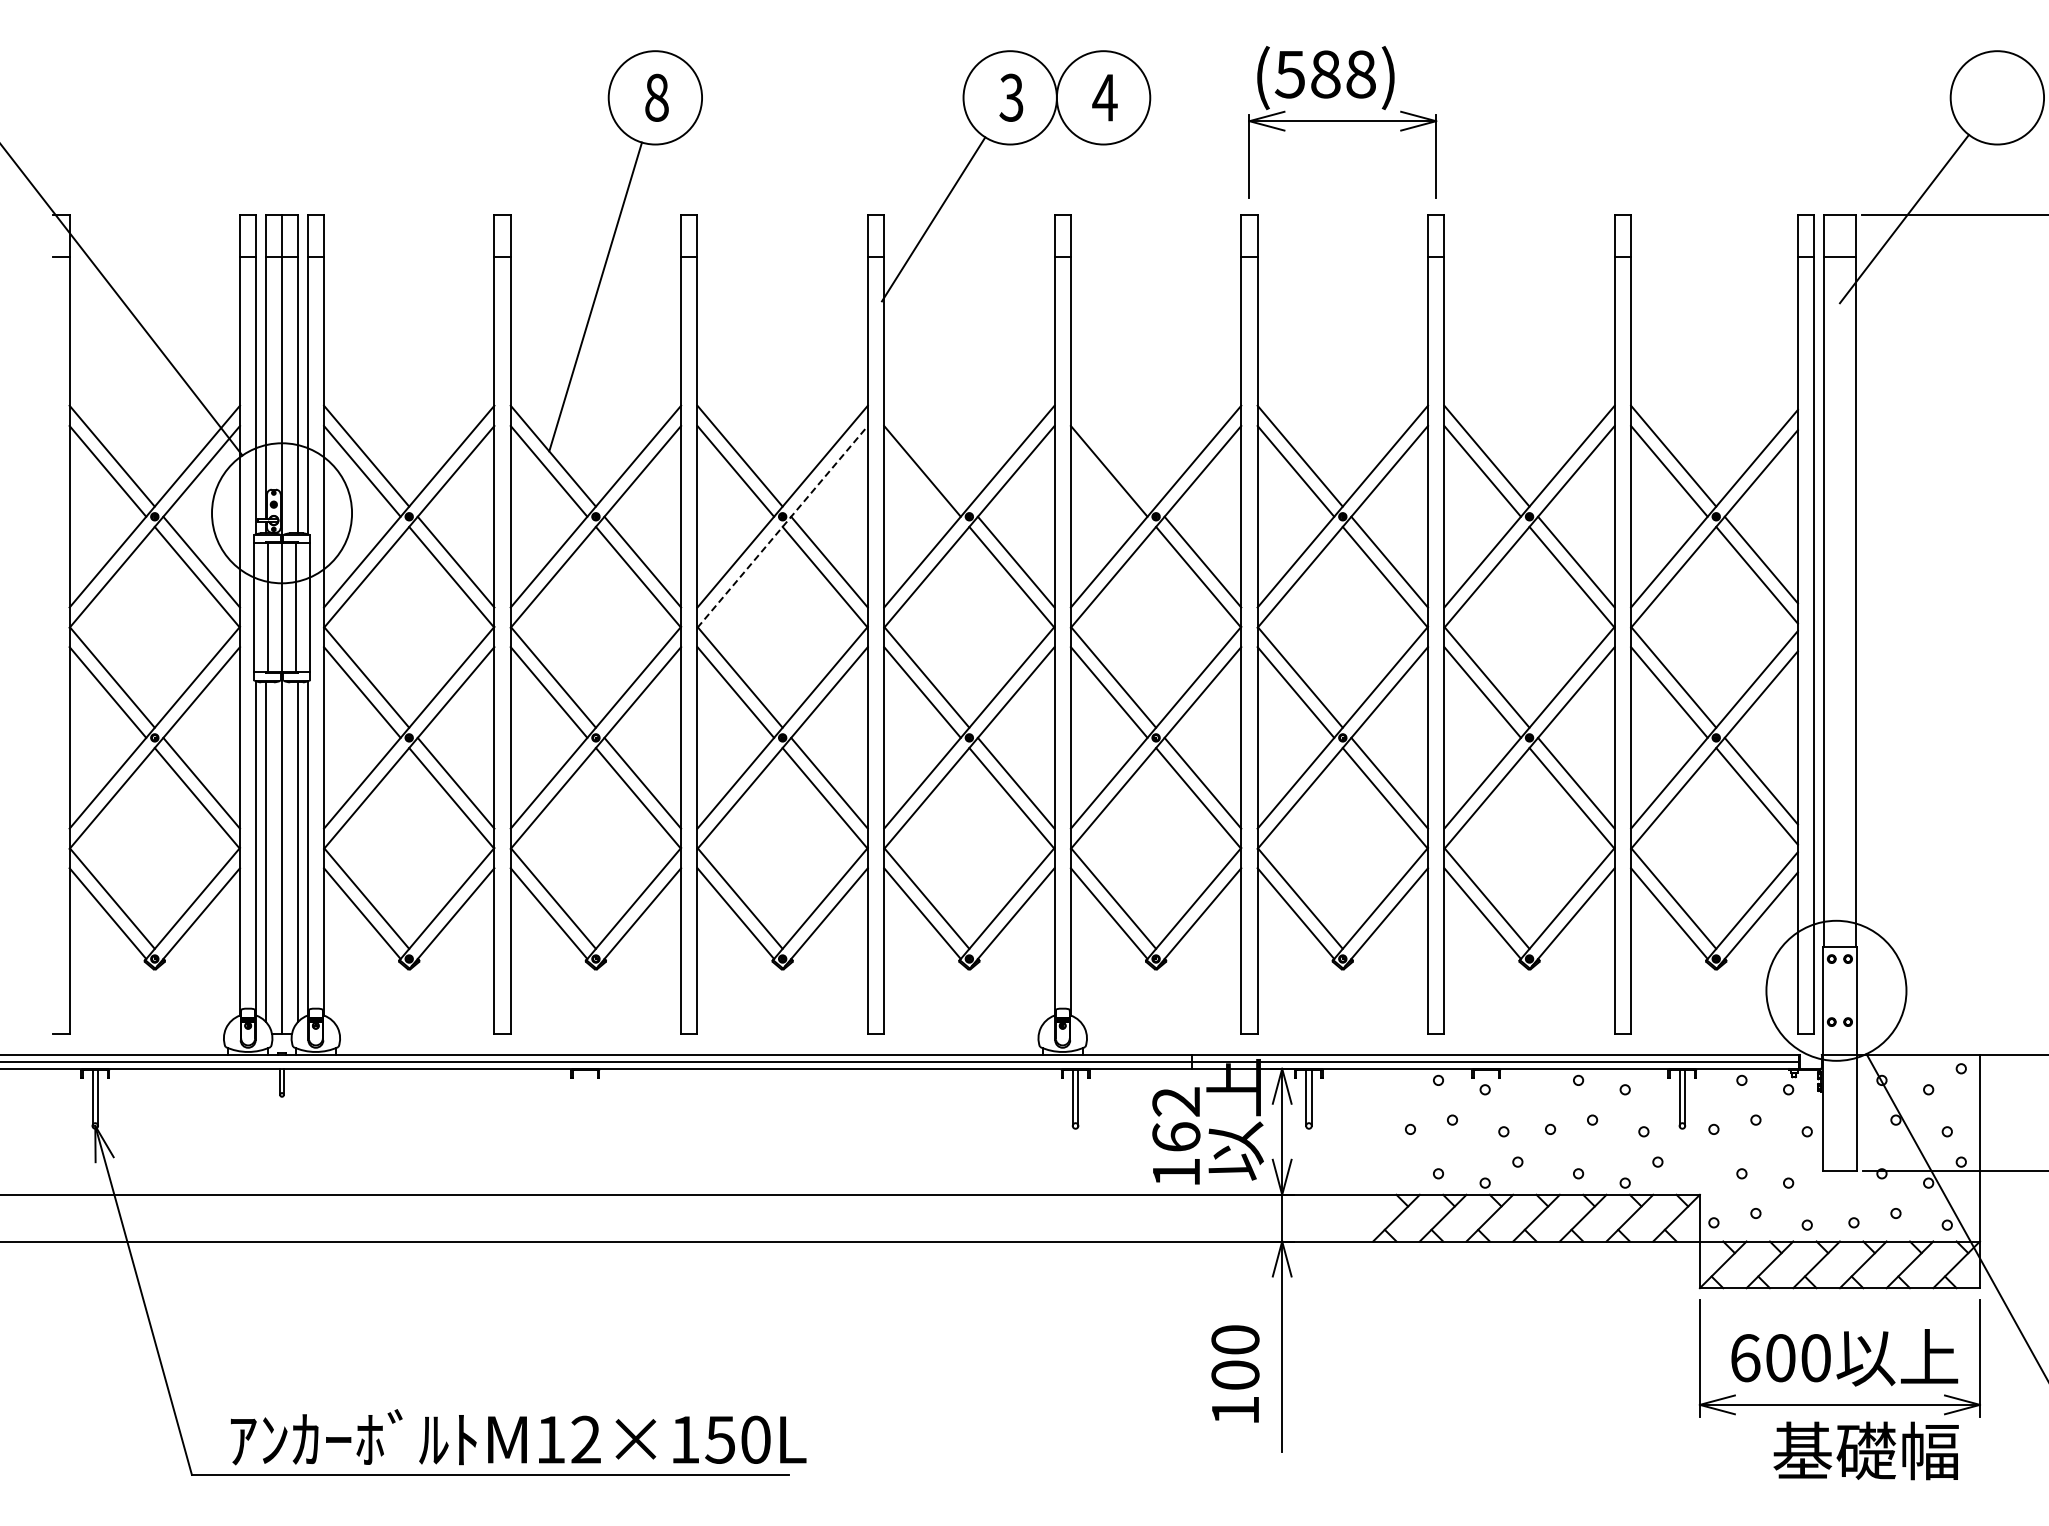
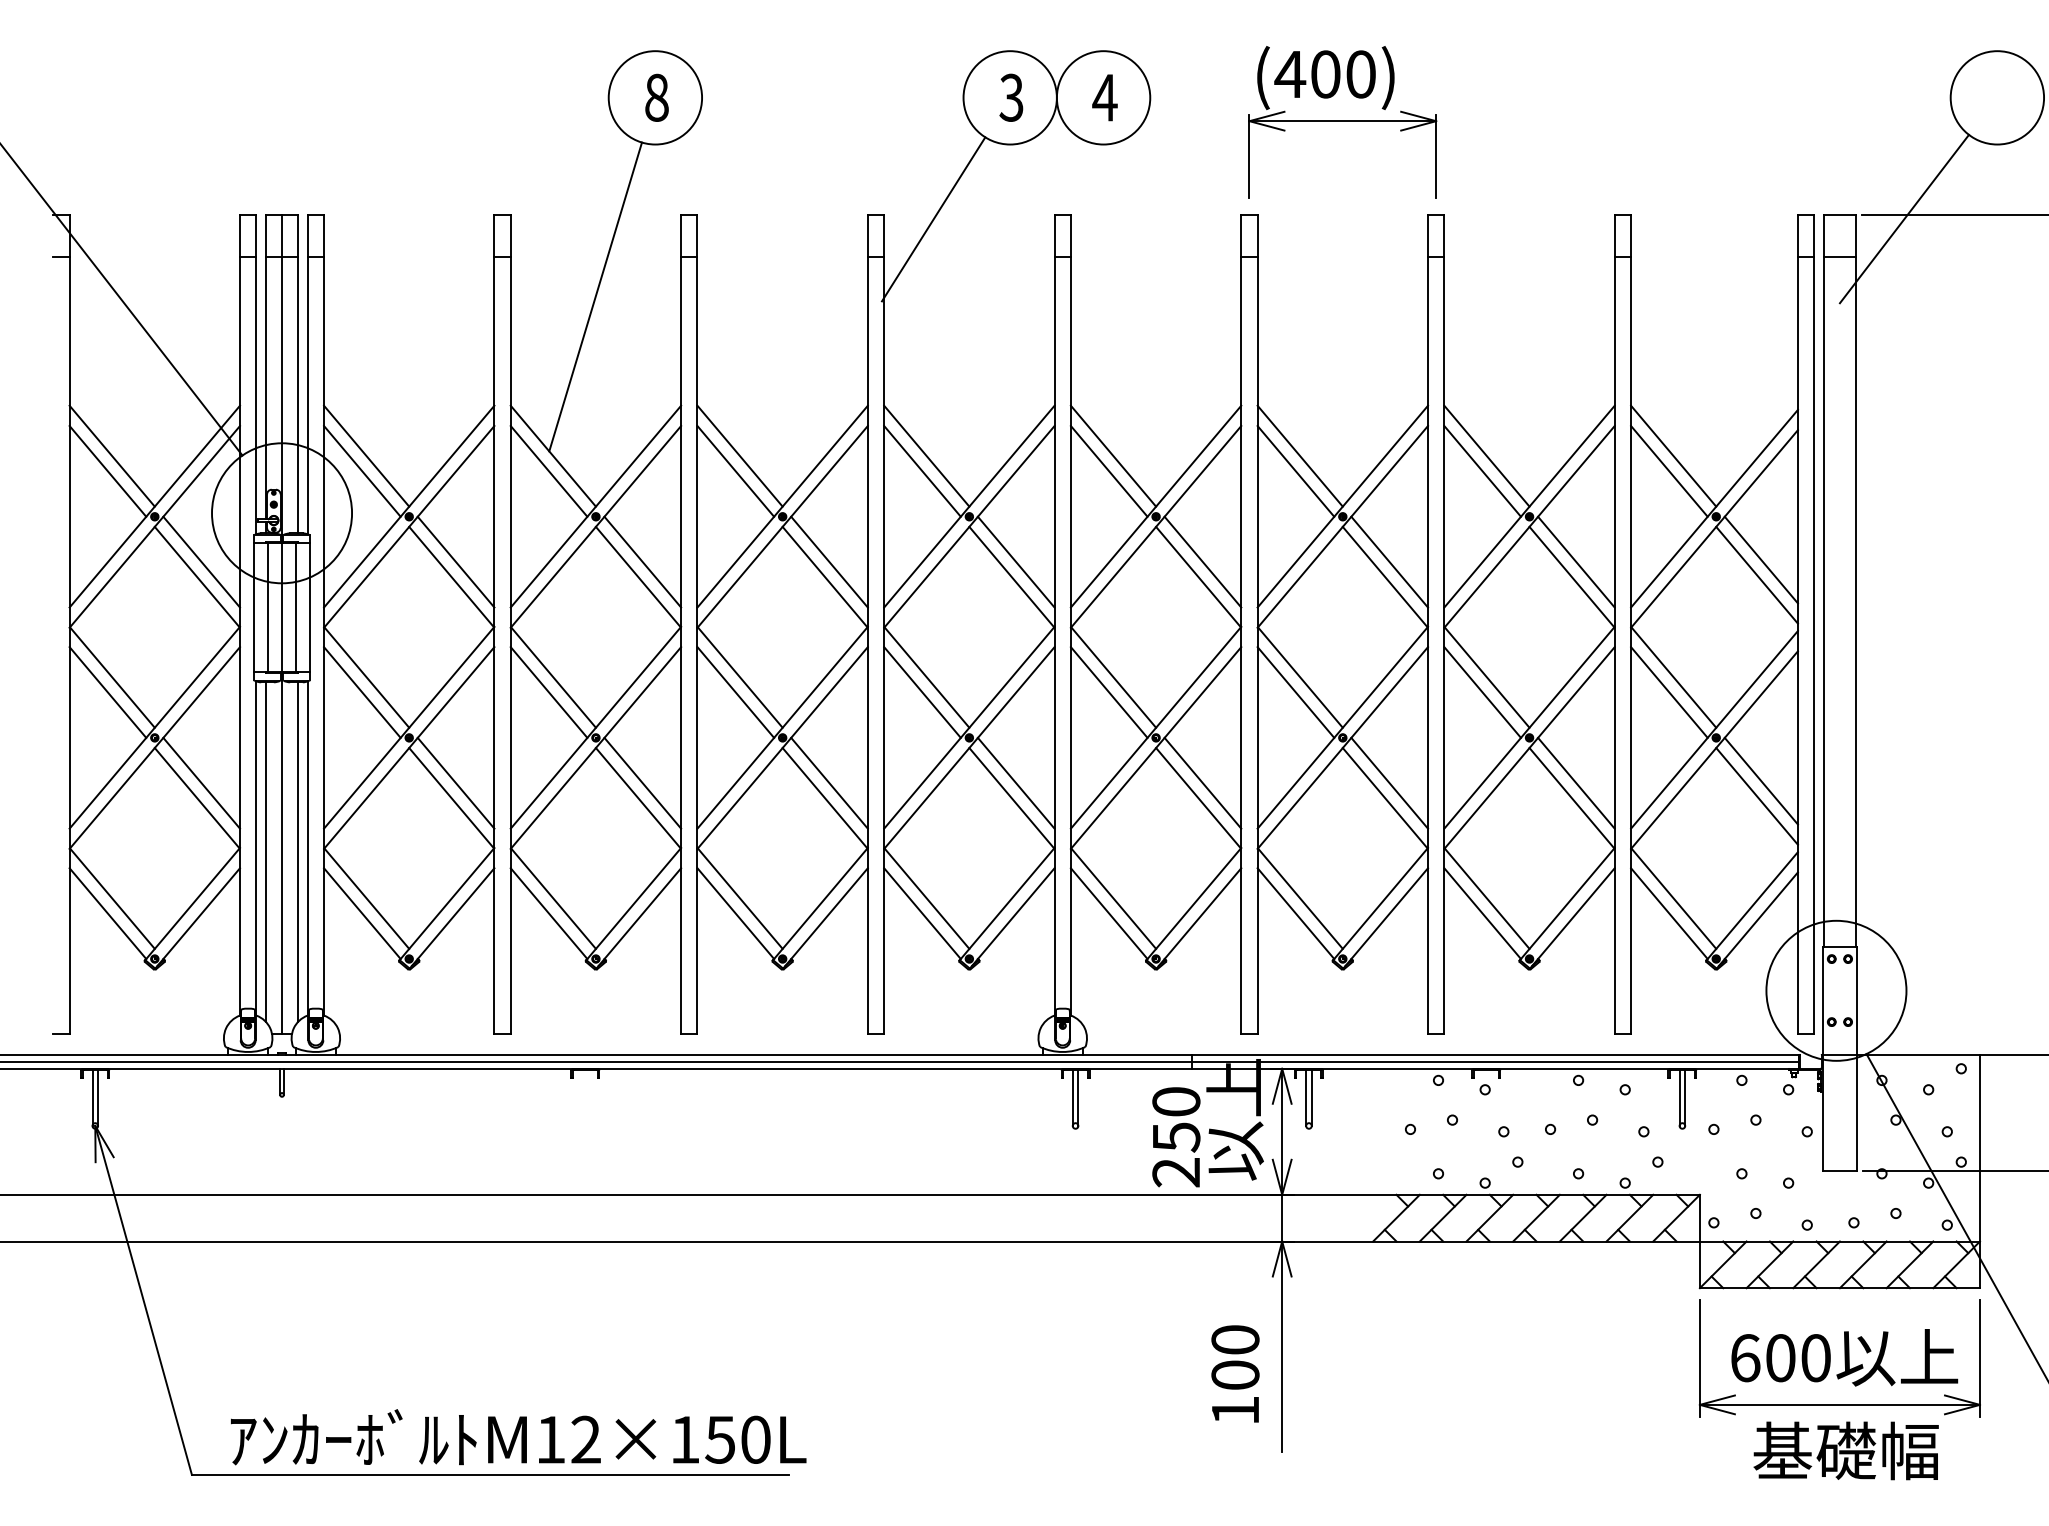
text at (1324, 74): (588) -> (400)
line at (926, 455): none -> present
line at (1113, 455): none -> present
line at (782, 526): dashed -> solid
text at (1176, 1137): 162 -> 250
text at (1865, 1450) position: (1865, 1450) -> (1845, 1450)
